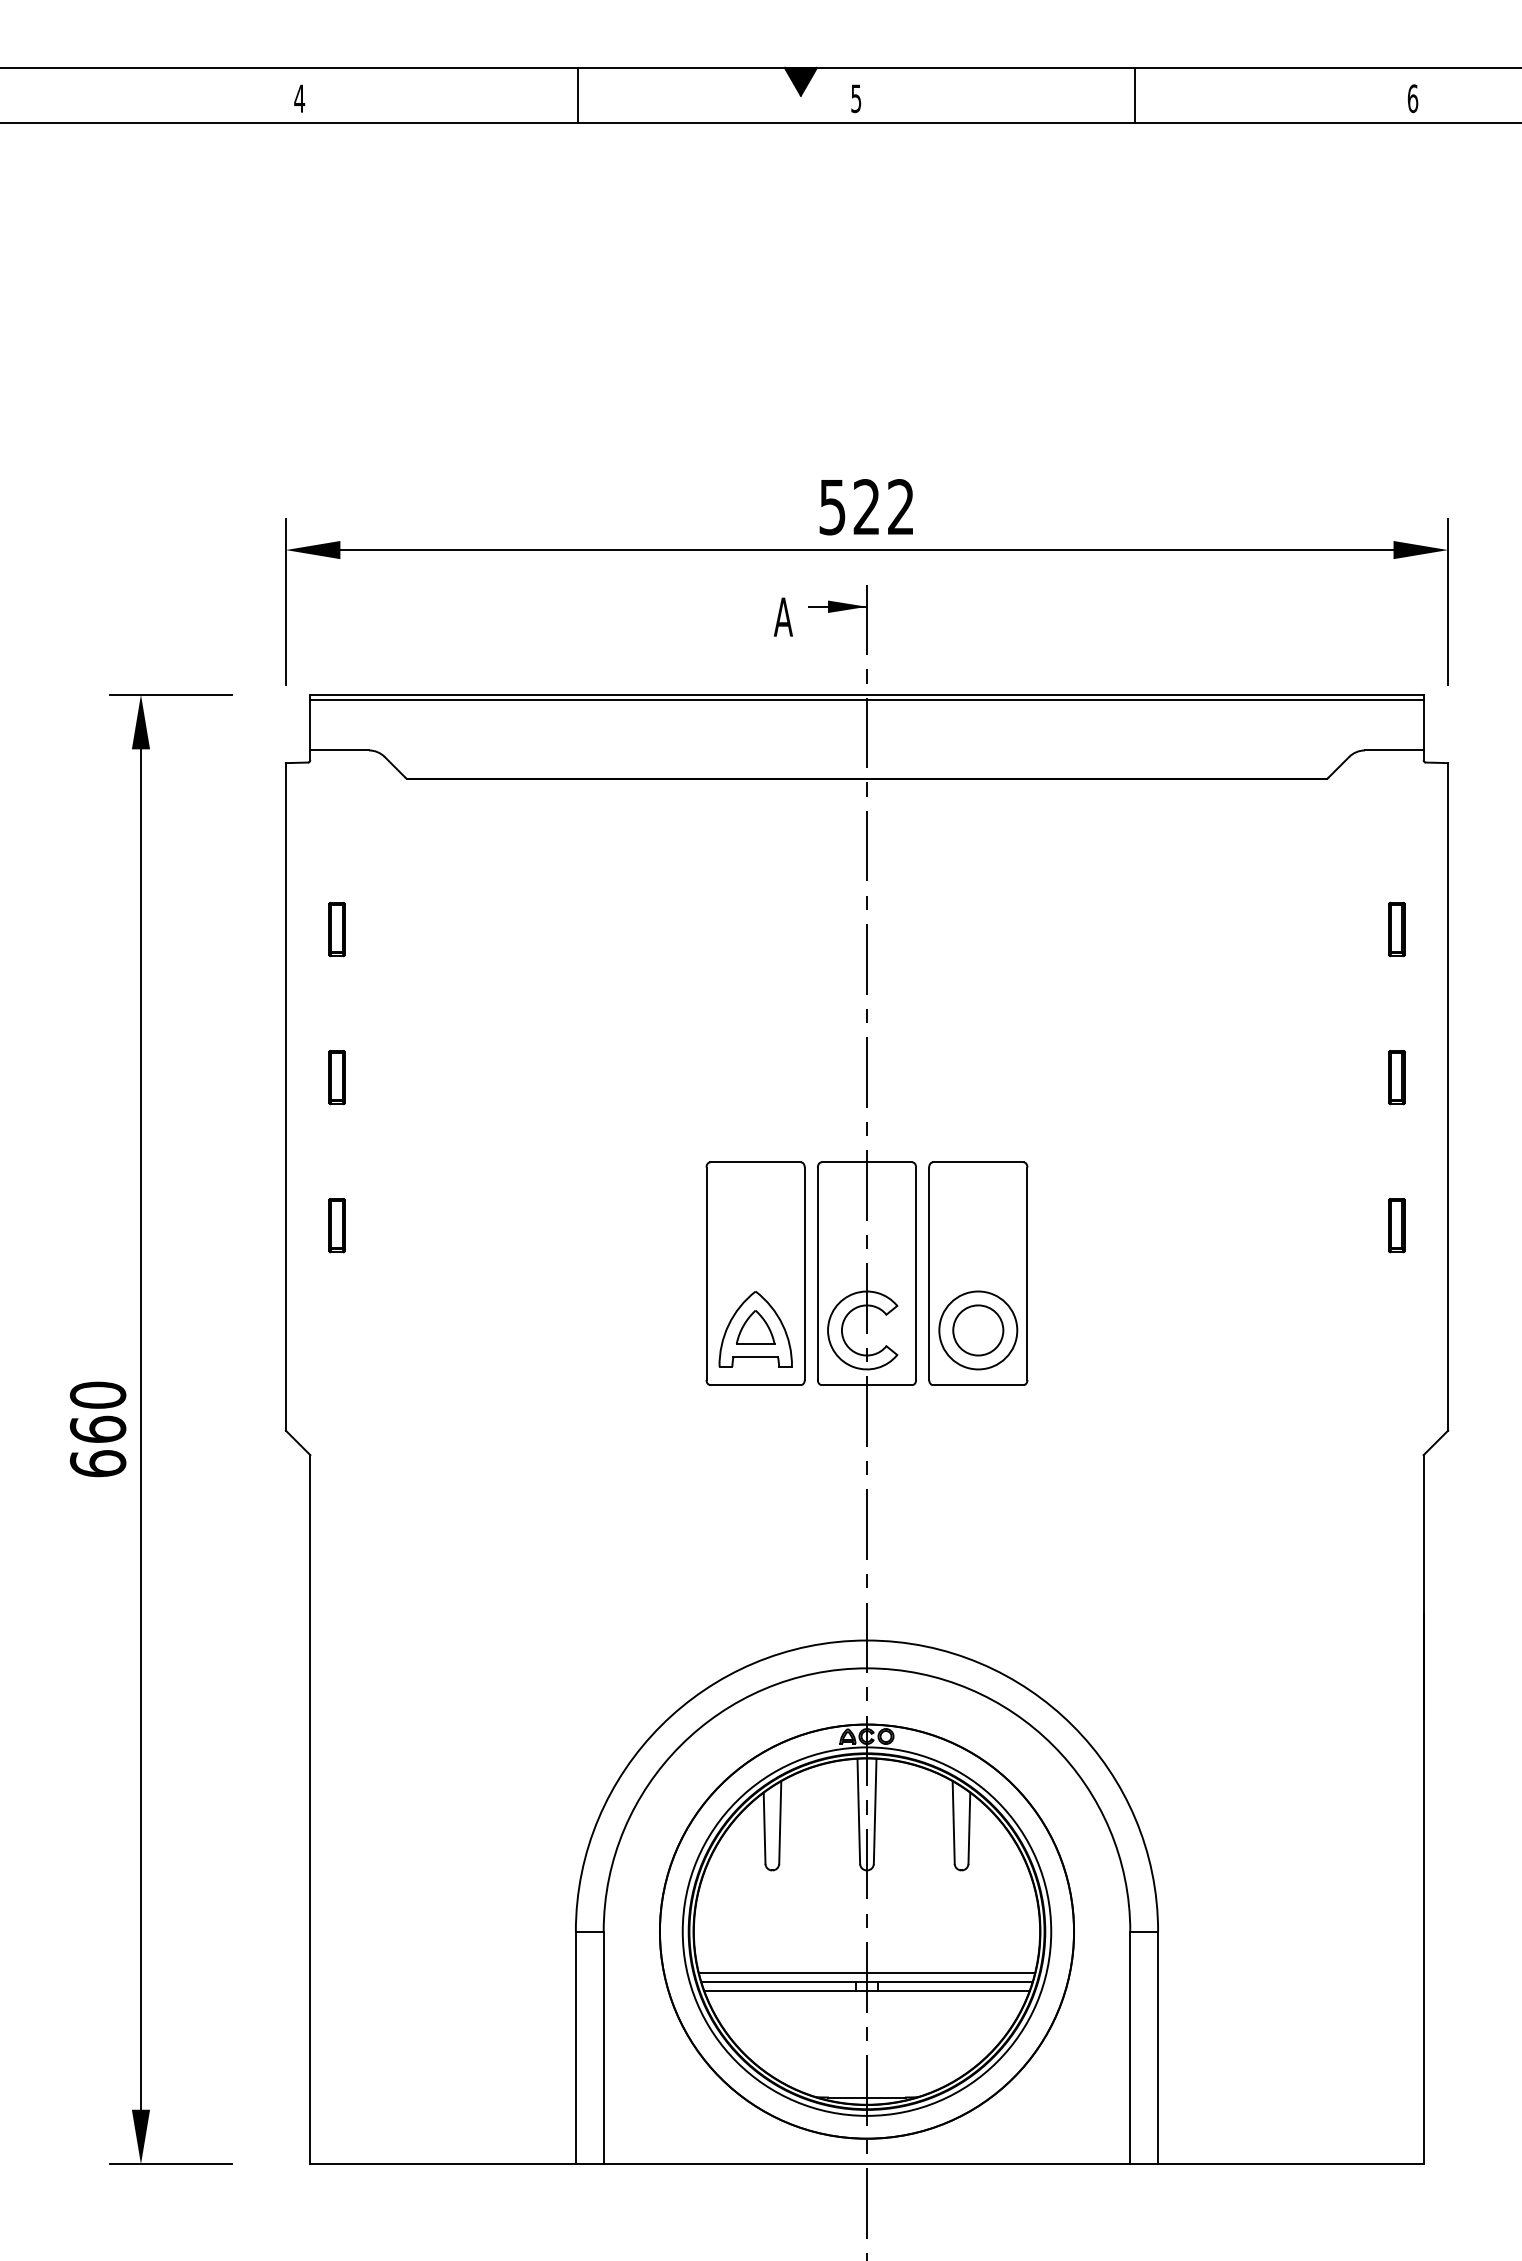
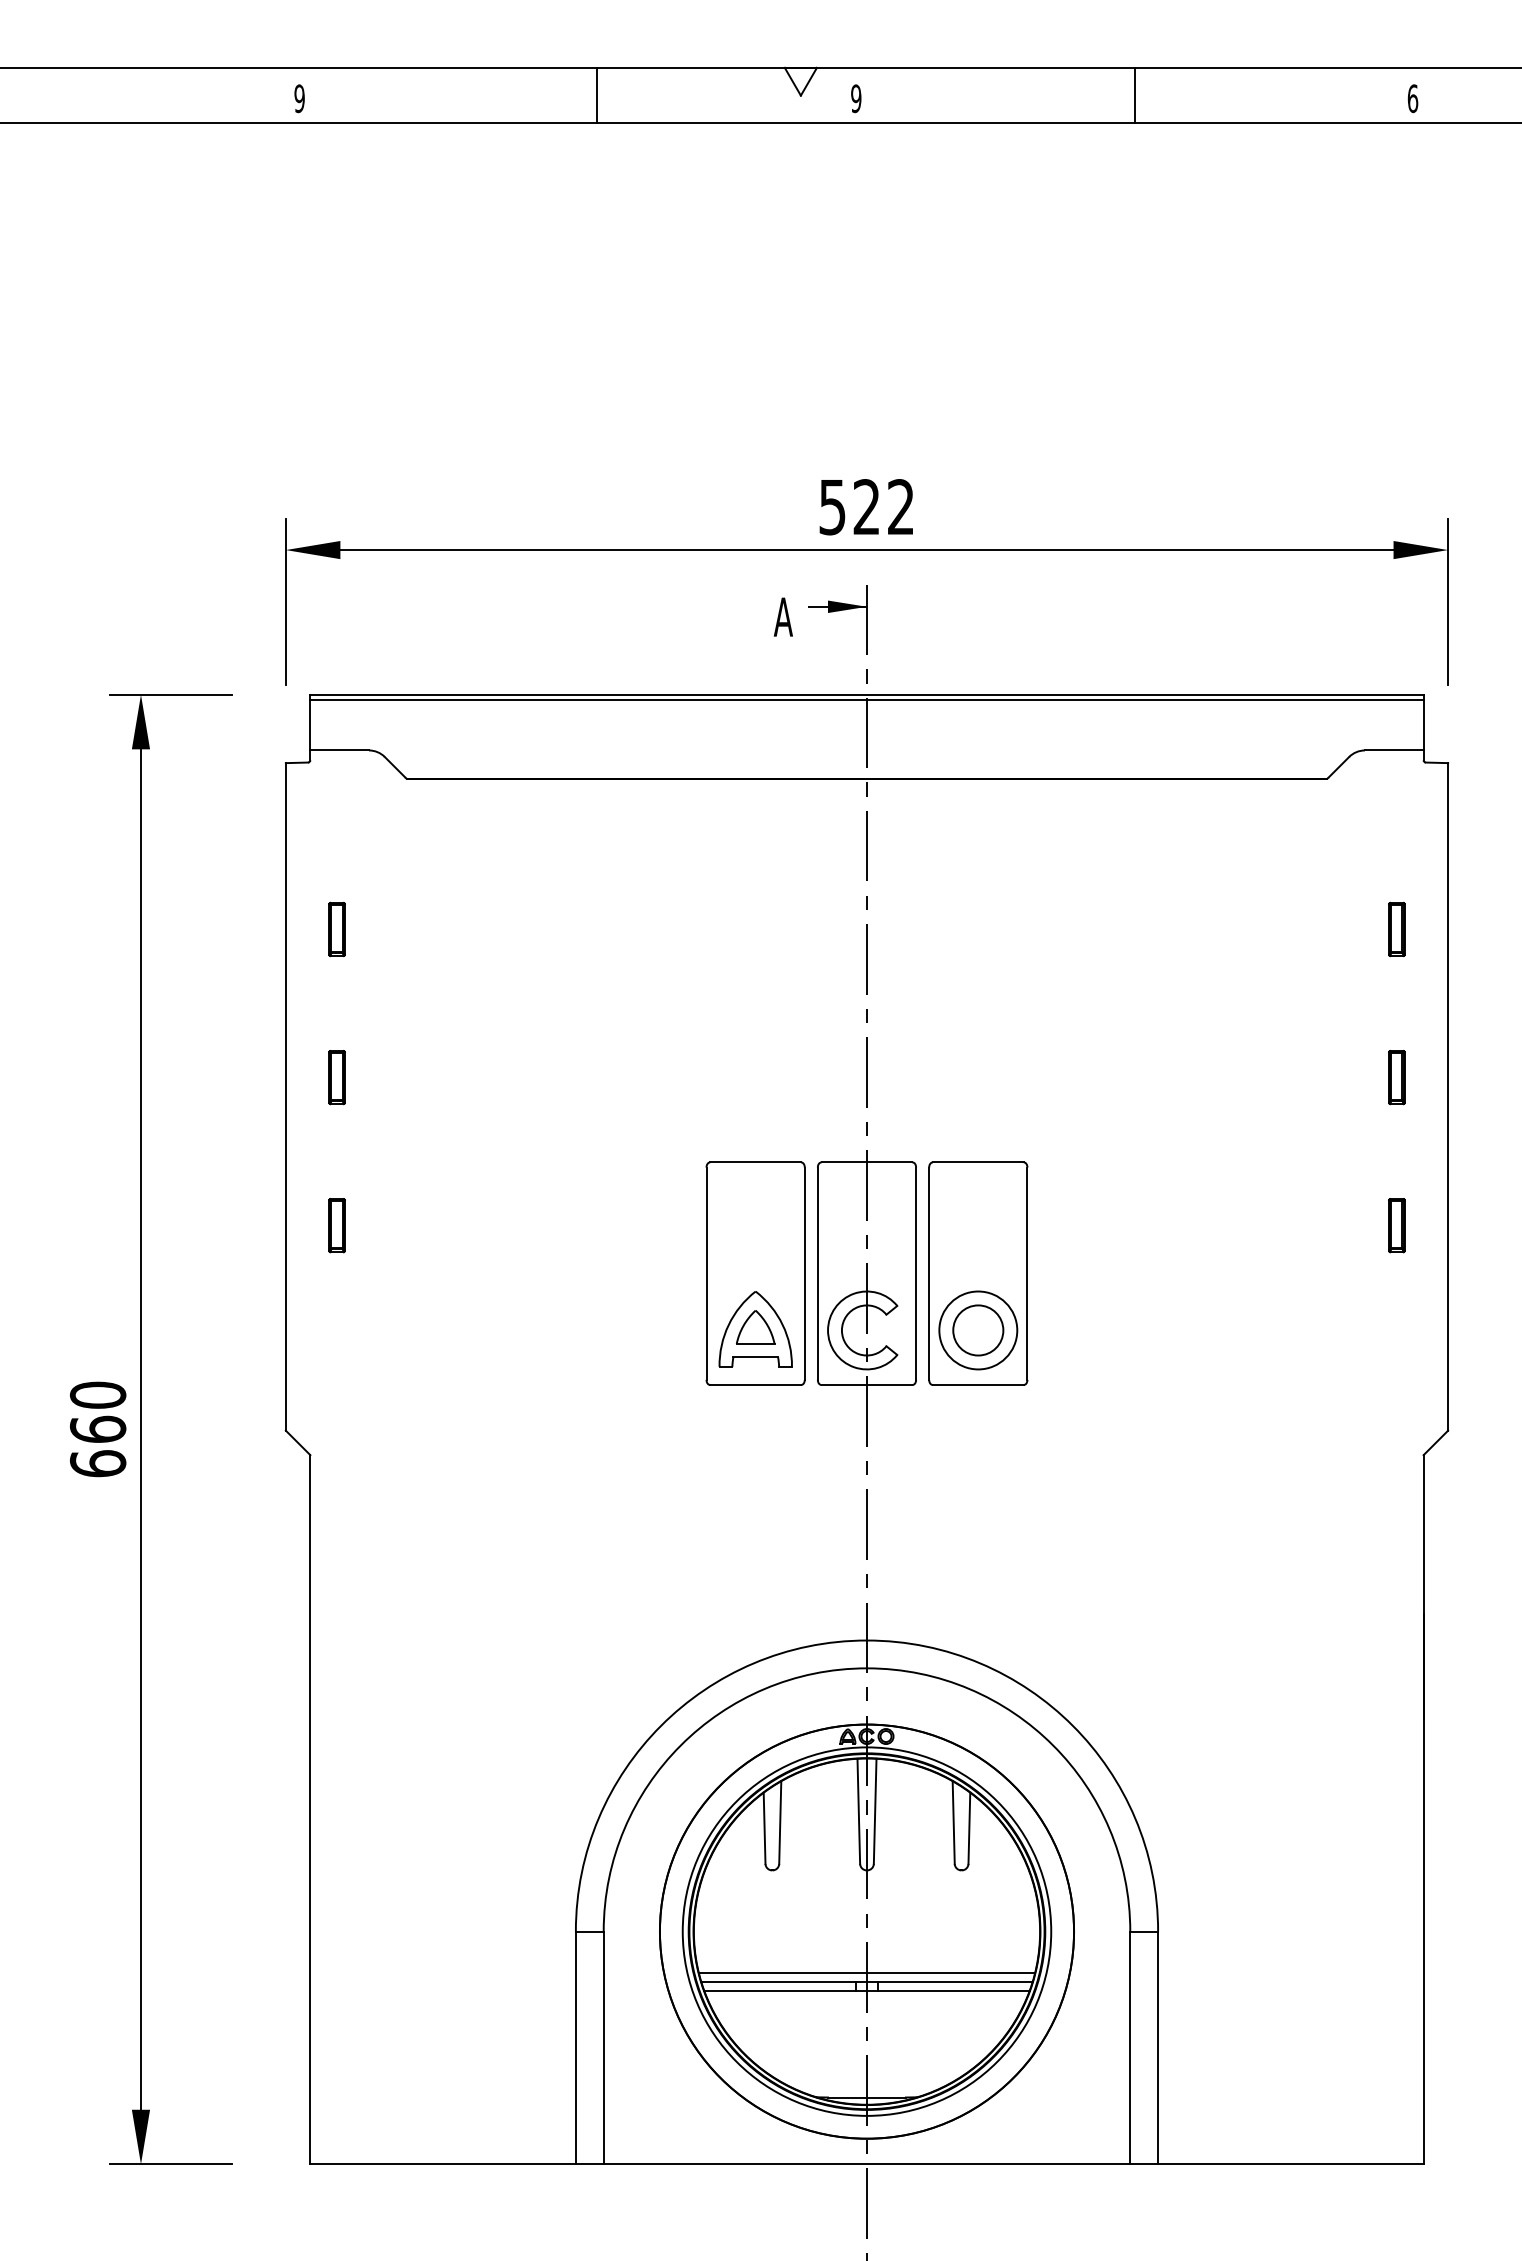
fill at (800, 81): present -> none
line at (578, 95) position: (578, 95) -> (597, 95)
text at (299, 98): 4 -> 9
text at (856, 98): 5 -> 9
